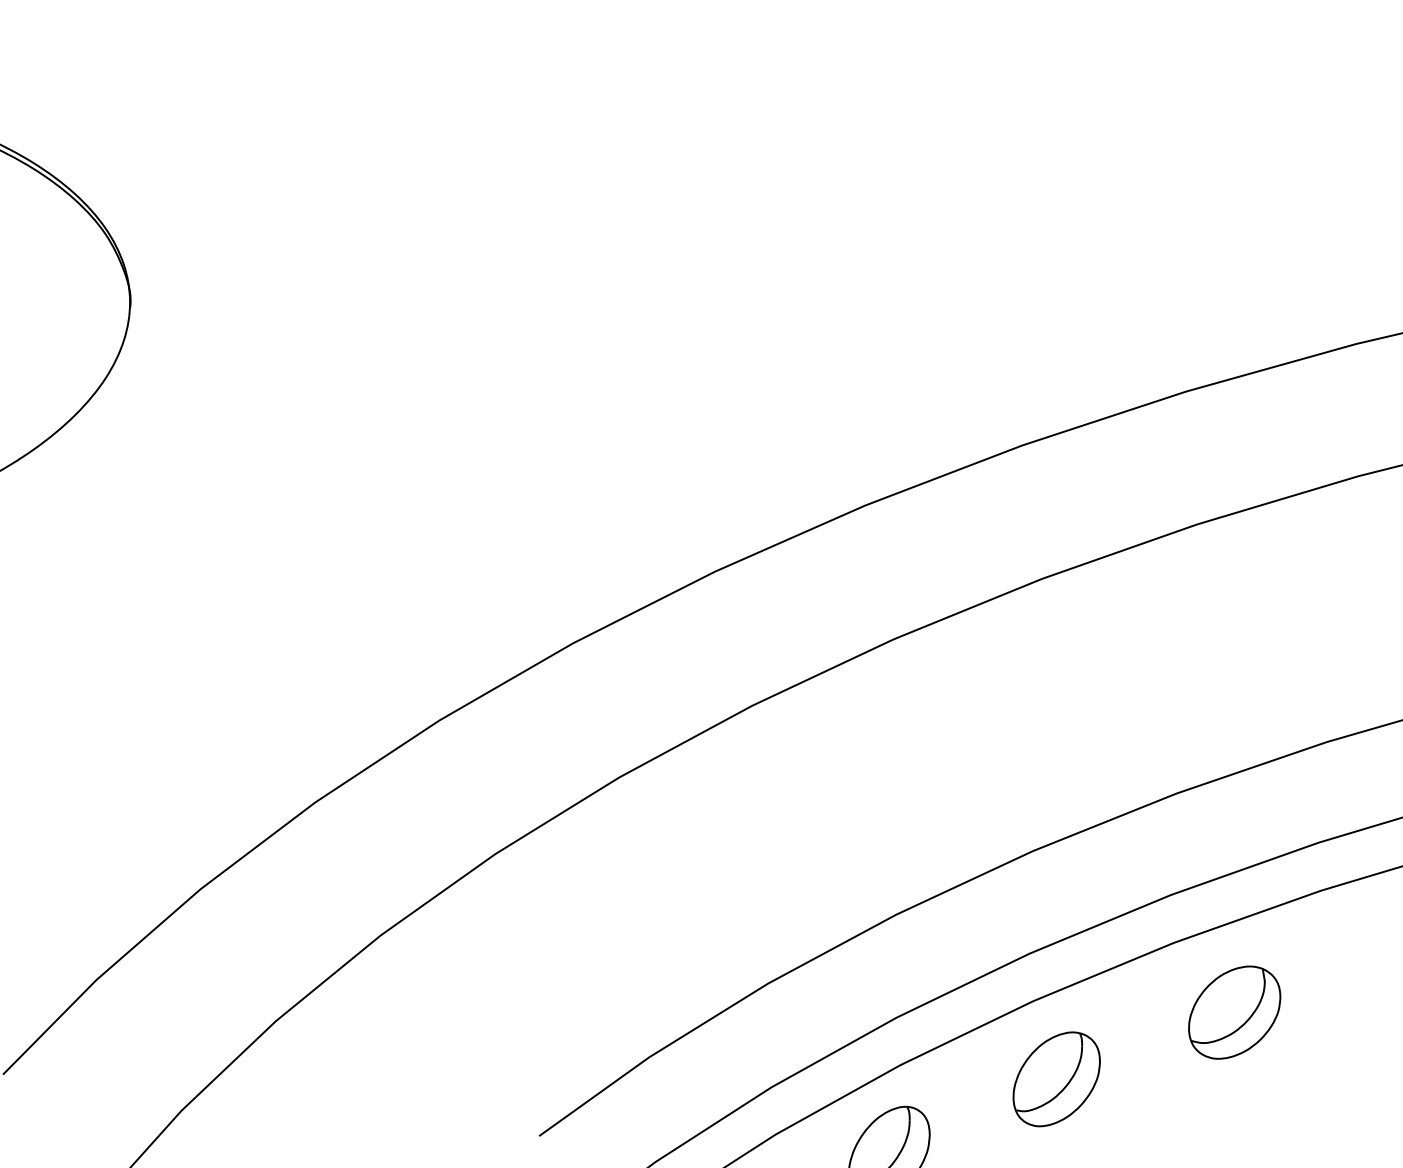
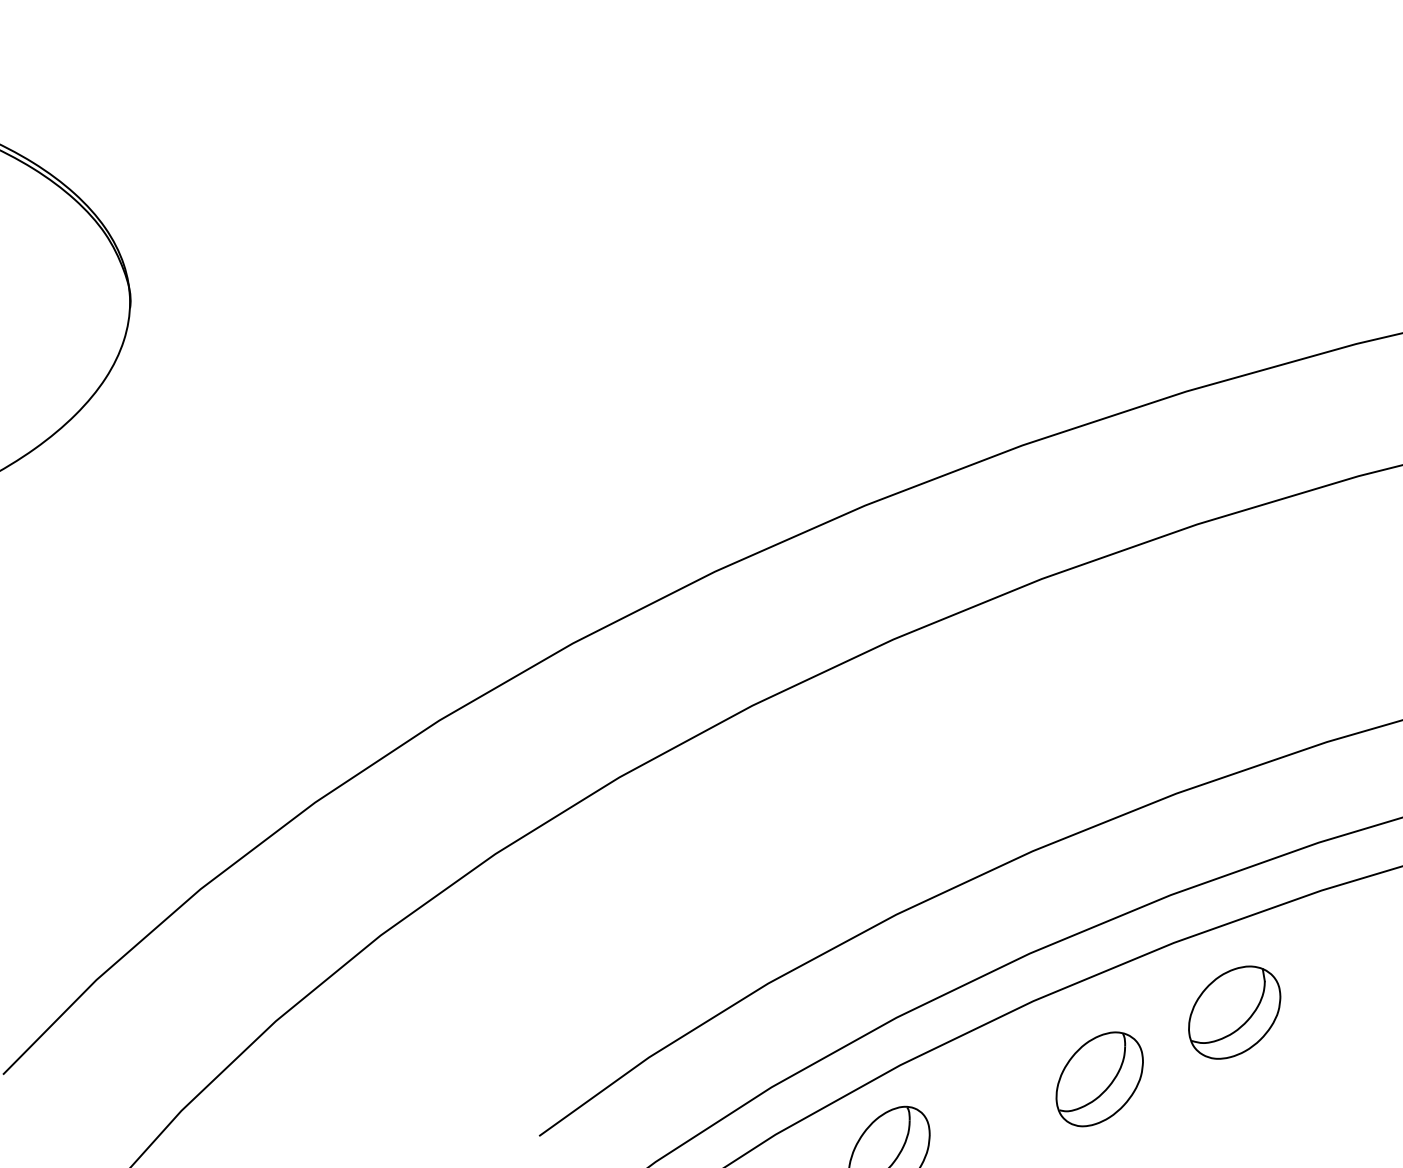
part at (1056, 1079) position: (1056, 1079) -> (1099, 1079)
